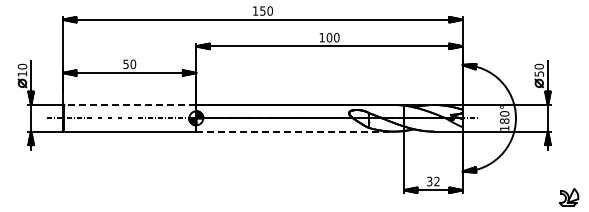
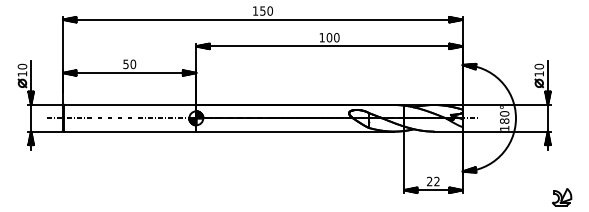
text at (539, 73): 50 -> 10
line at (130, 104): dashed -> solid
line at (295, 131): dashed -> solid
text at (429, 181): 32 -> 22
part at (569, 197) position: (569, 197) -> (562, 197)
